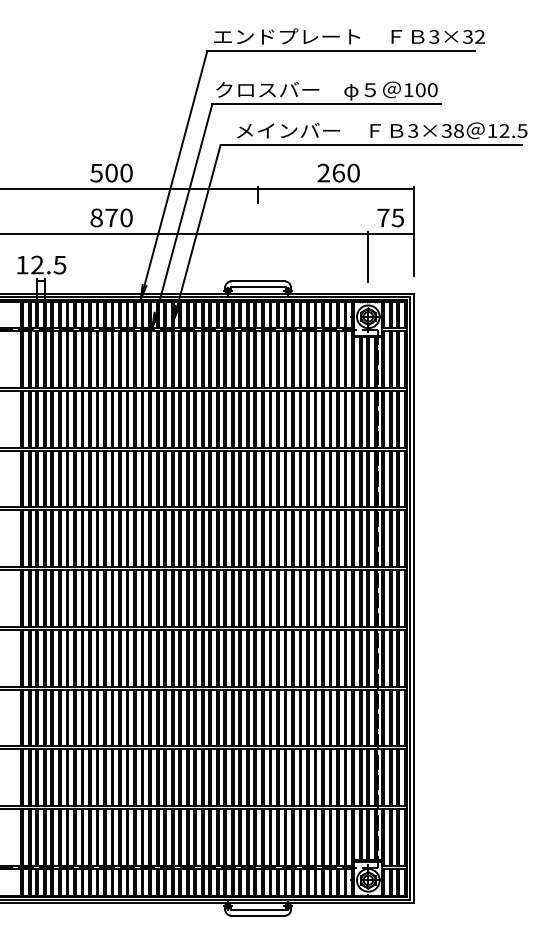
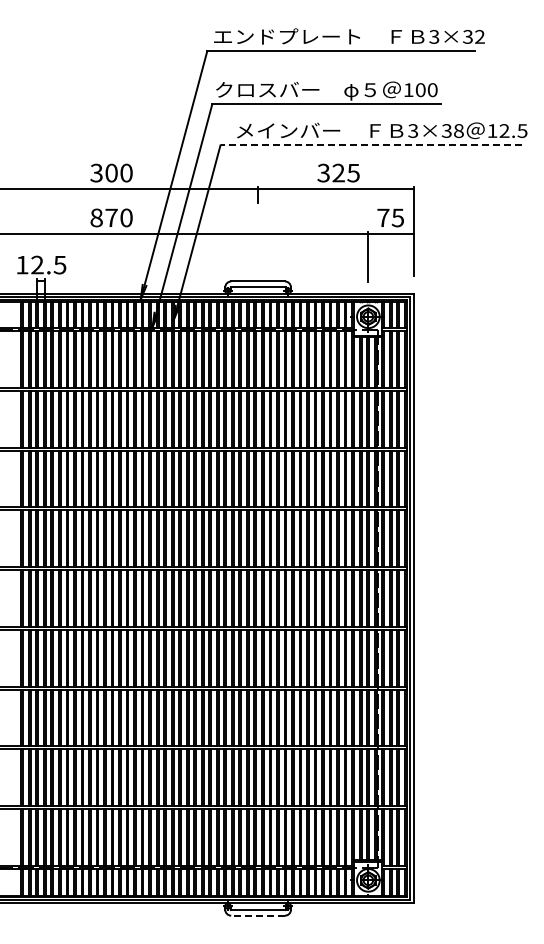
line at (371, 145): solid -> dashed
text at (96, 172): 500 -> 300
text at (338, 172): 260 -> 325
line at (258, 915): solid -> dashed
